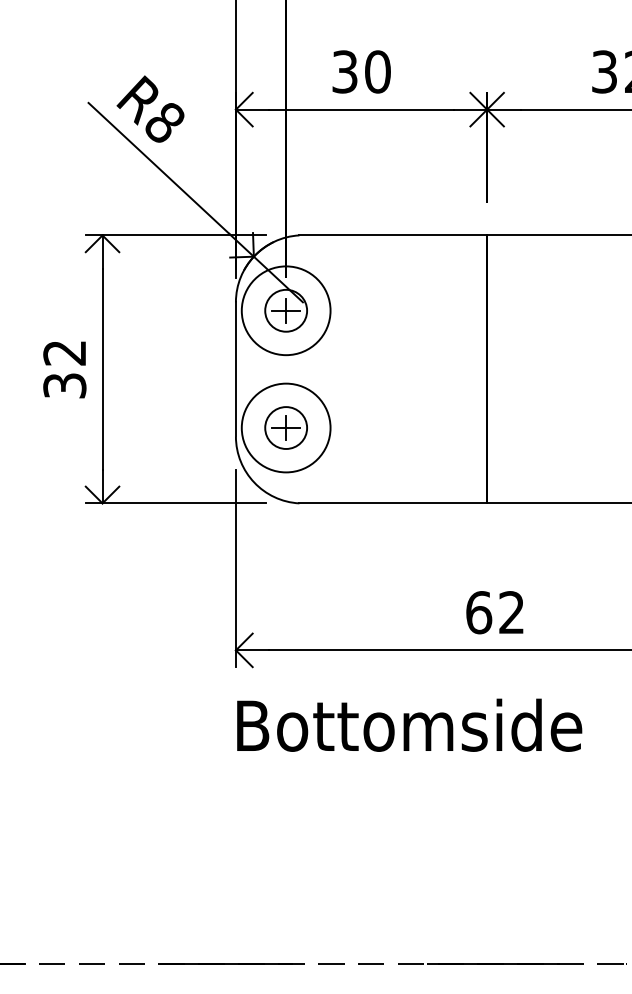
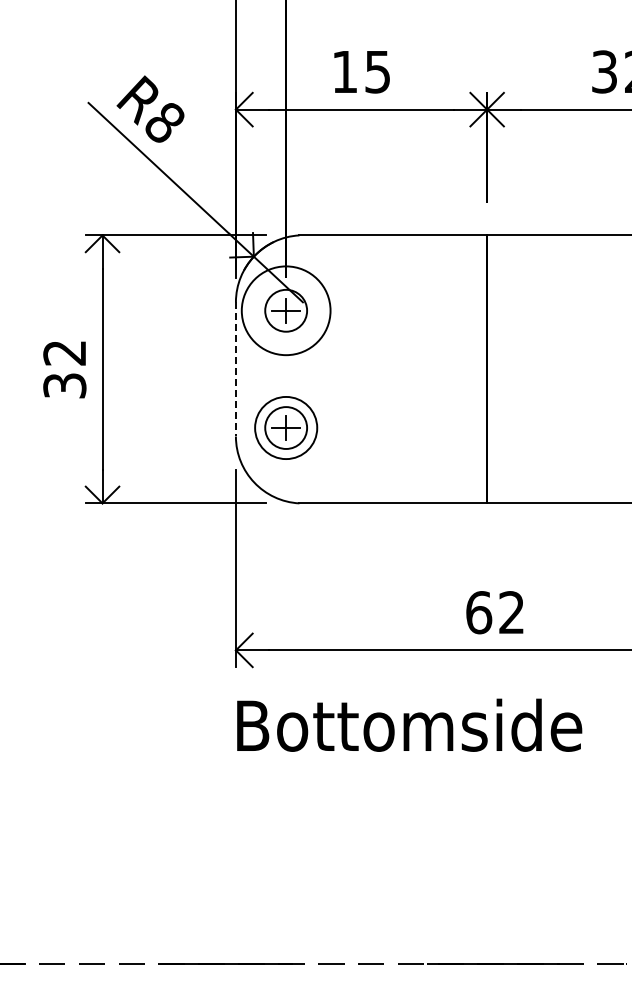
text at (361, 71): 30 -> 15
line at (235, 369): solid -> dashed
circle at (285, 427) diameter: 89 px -> 62 px
